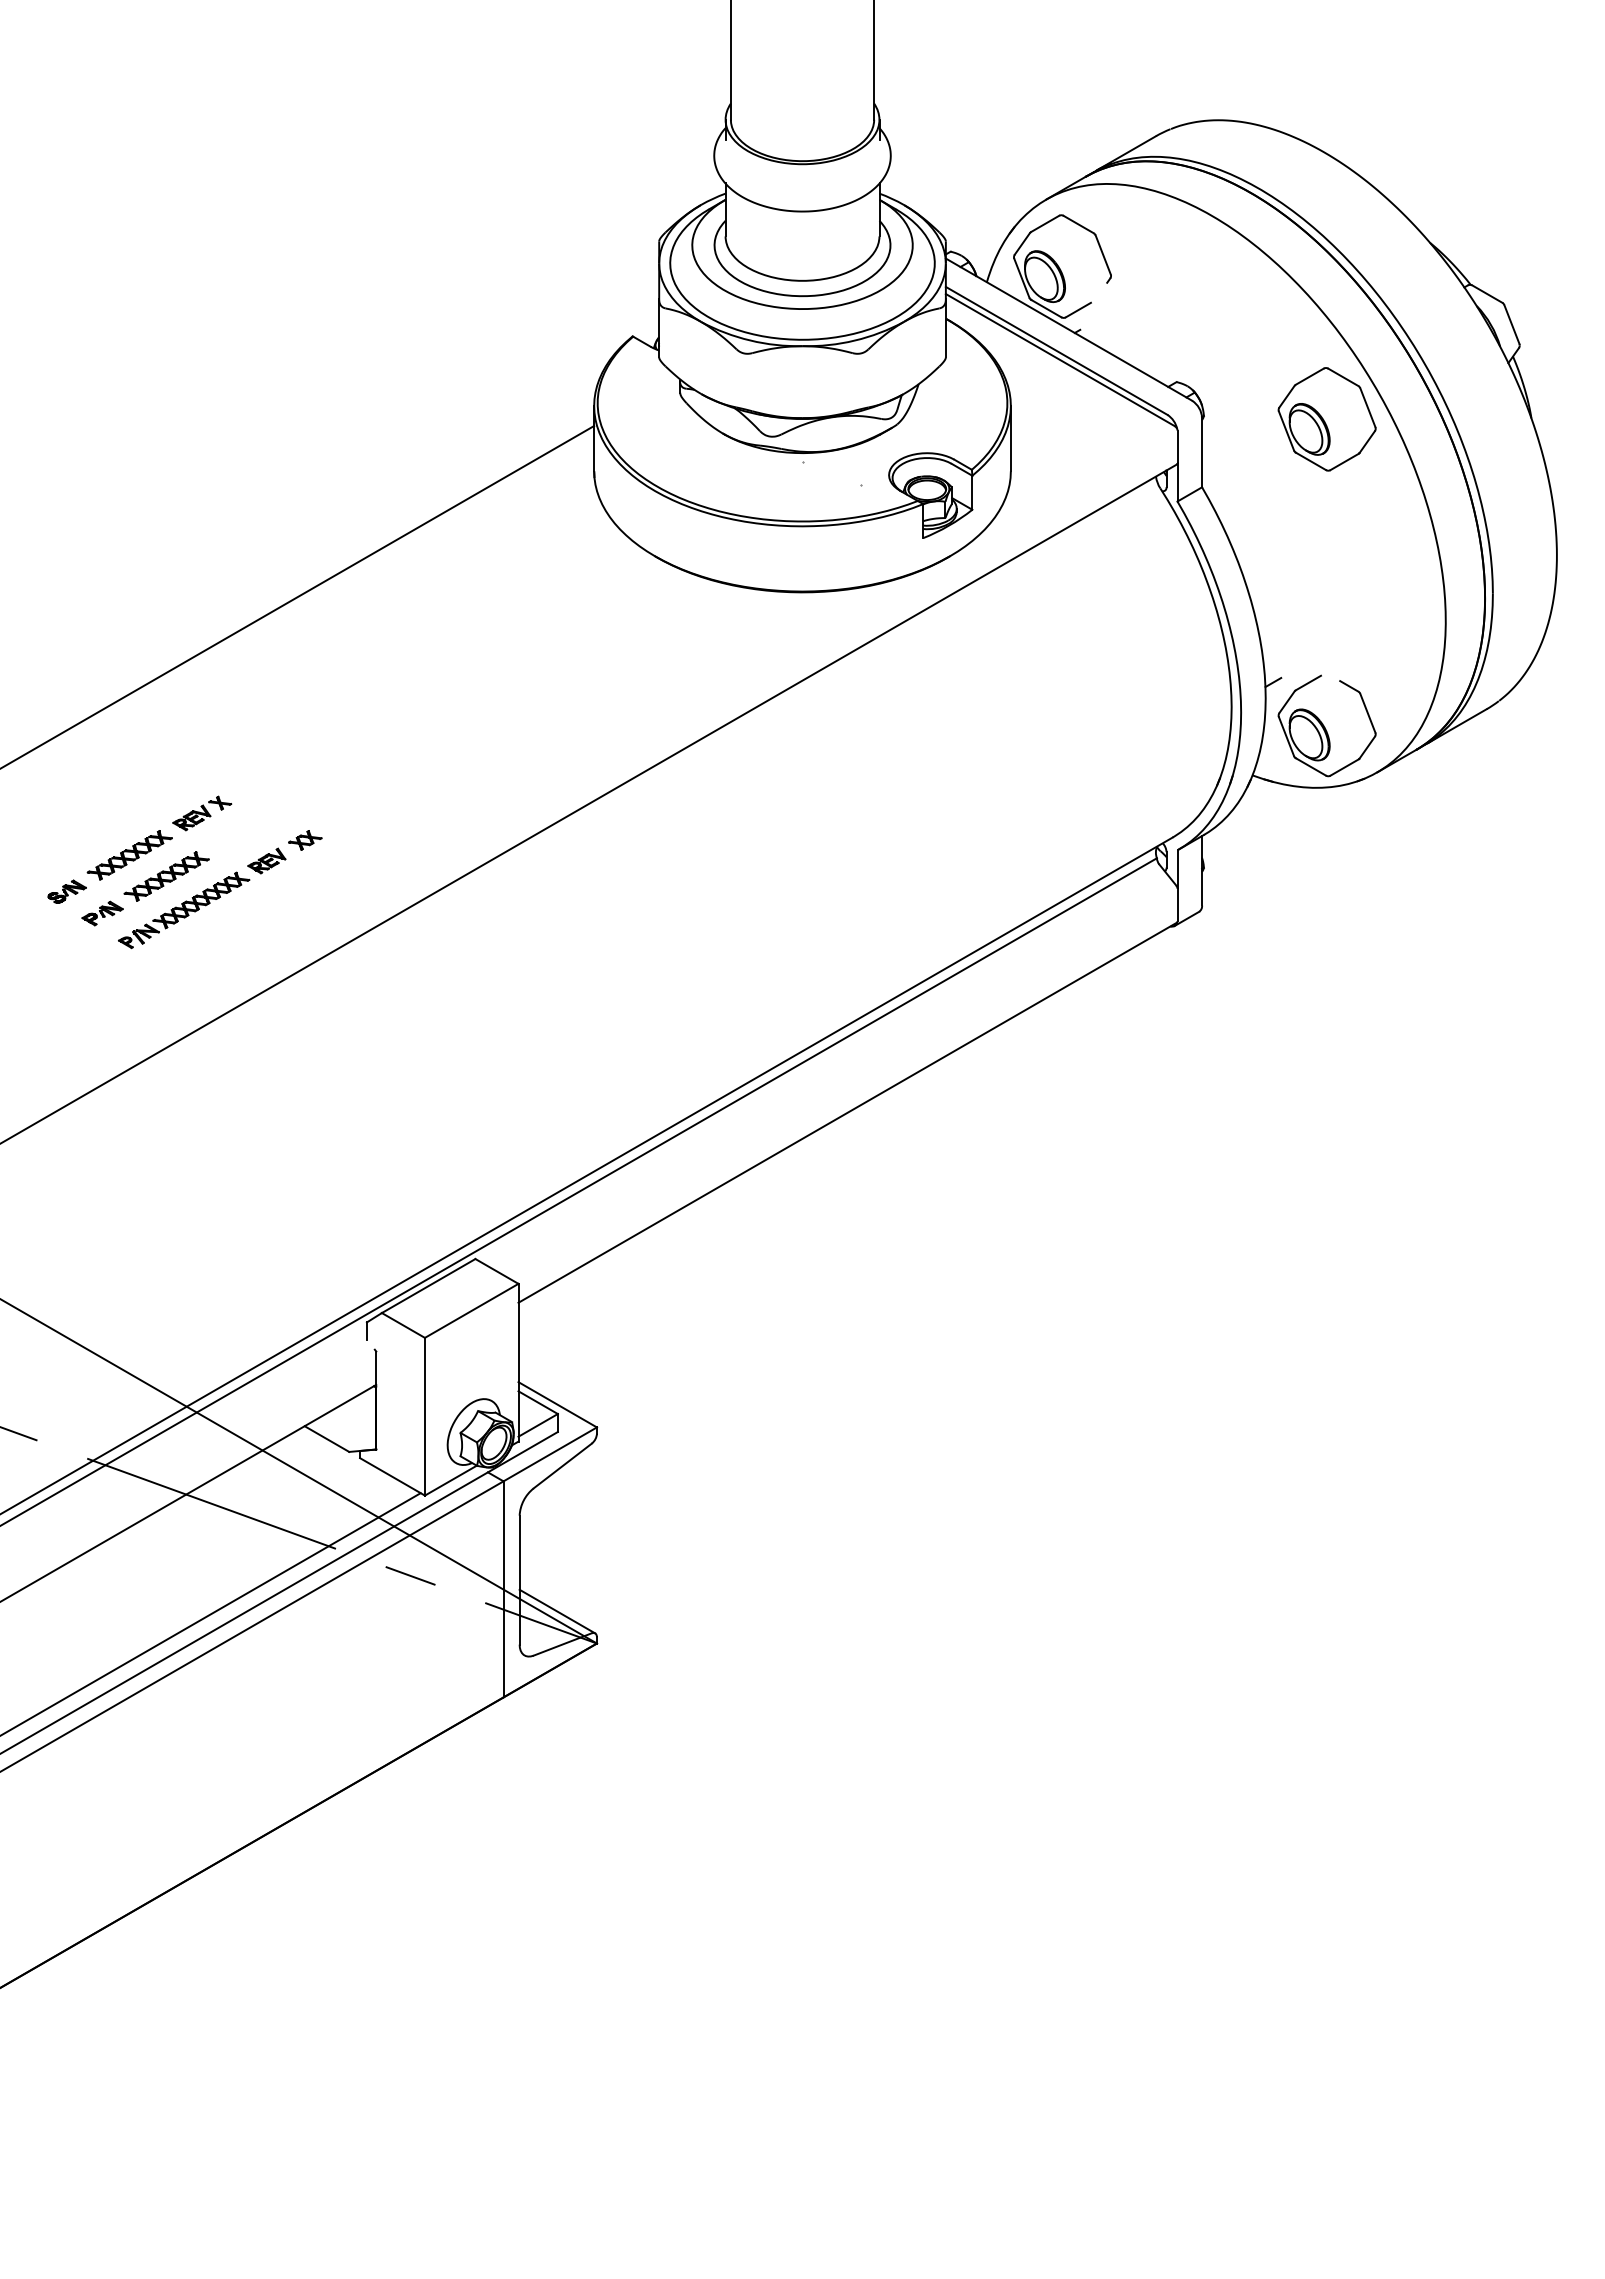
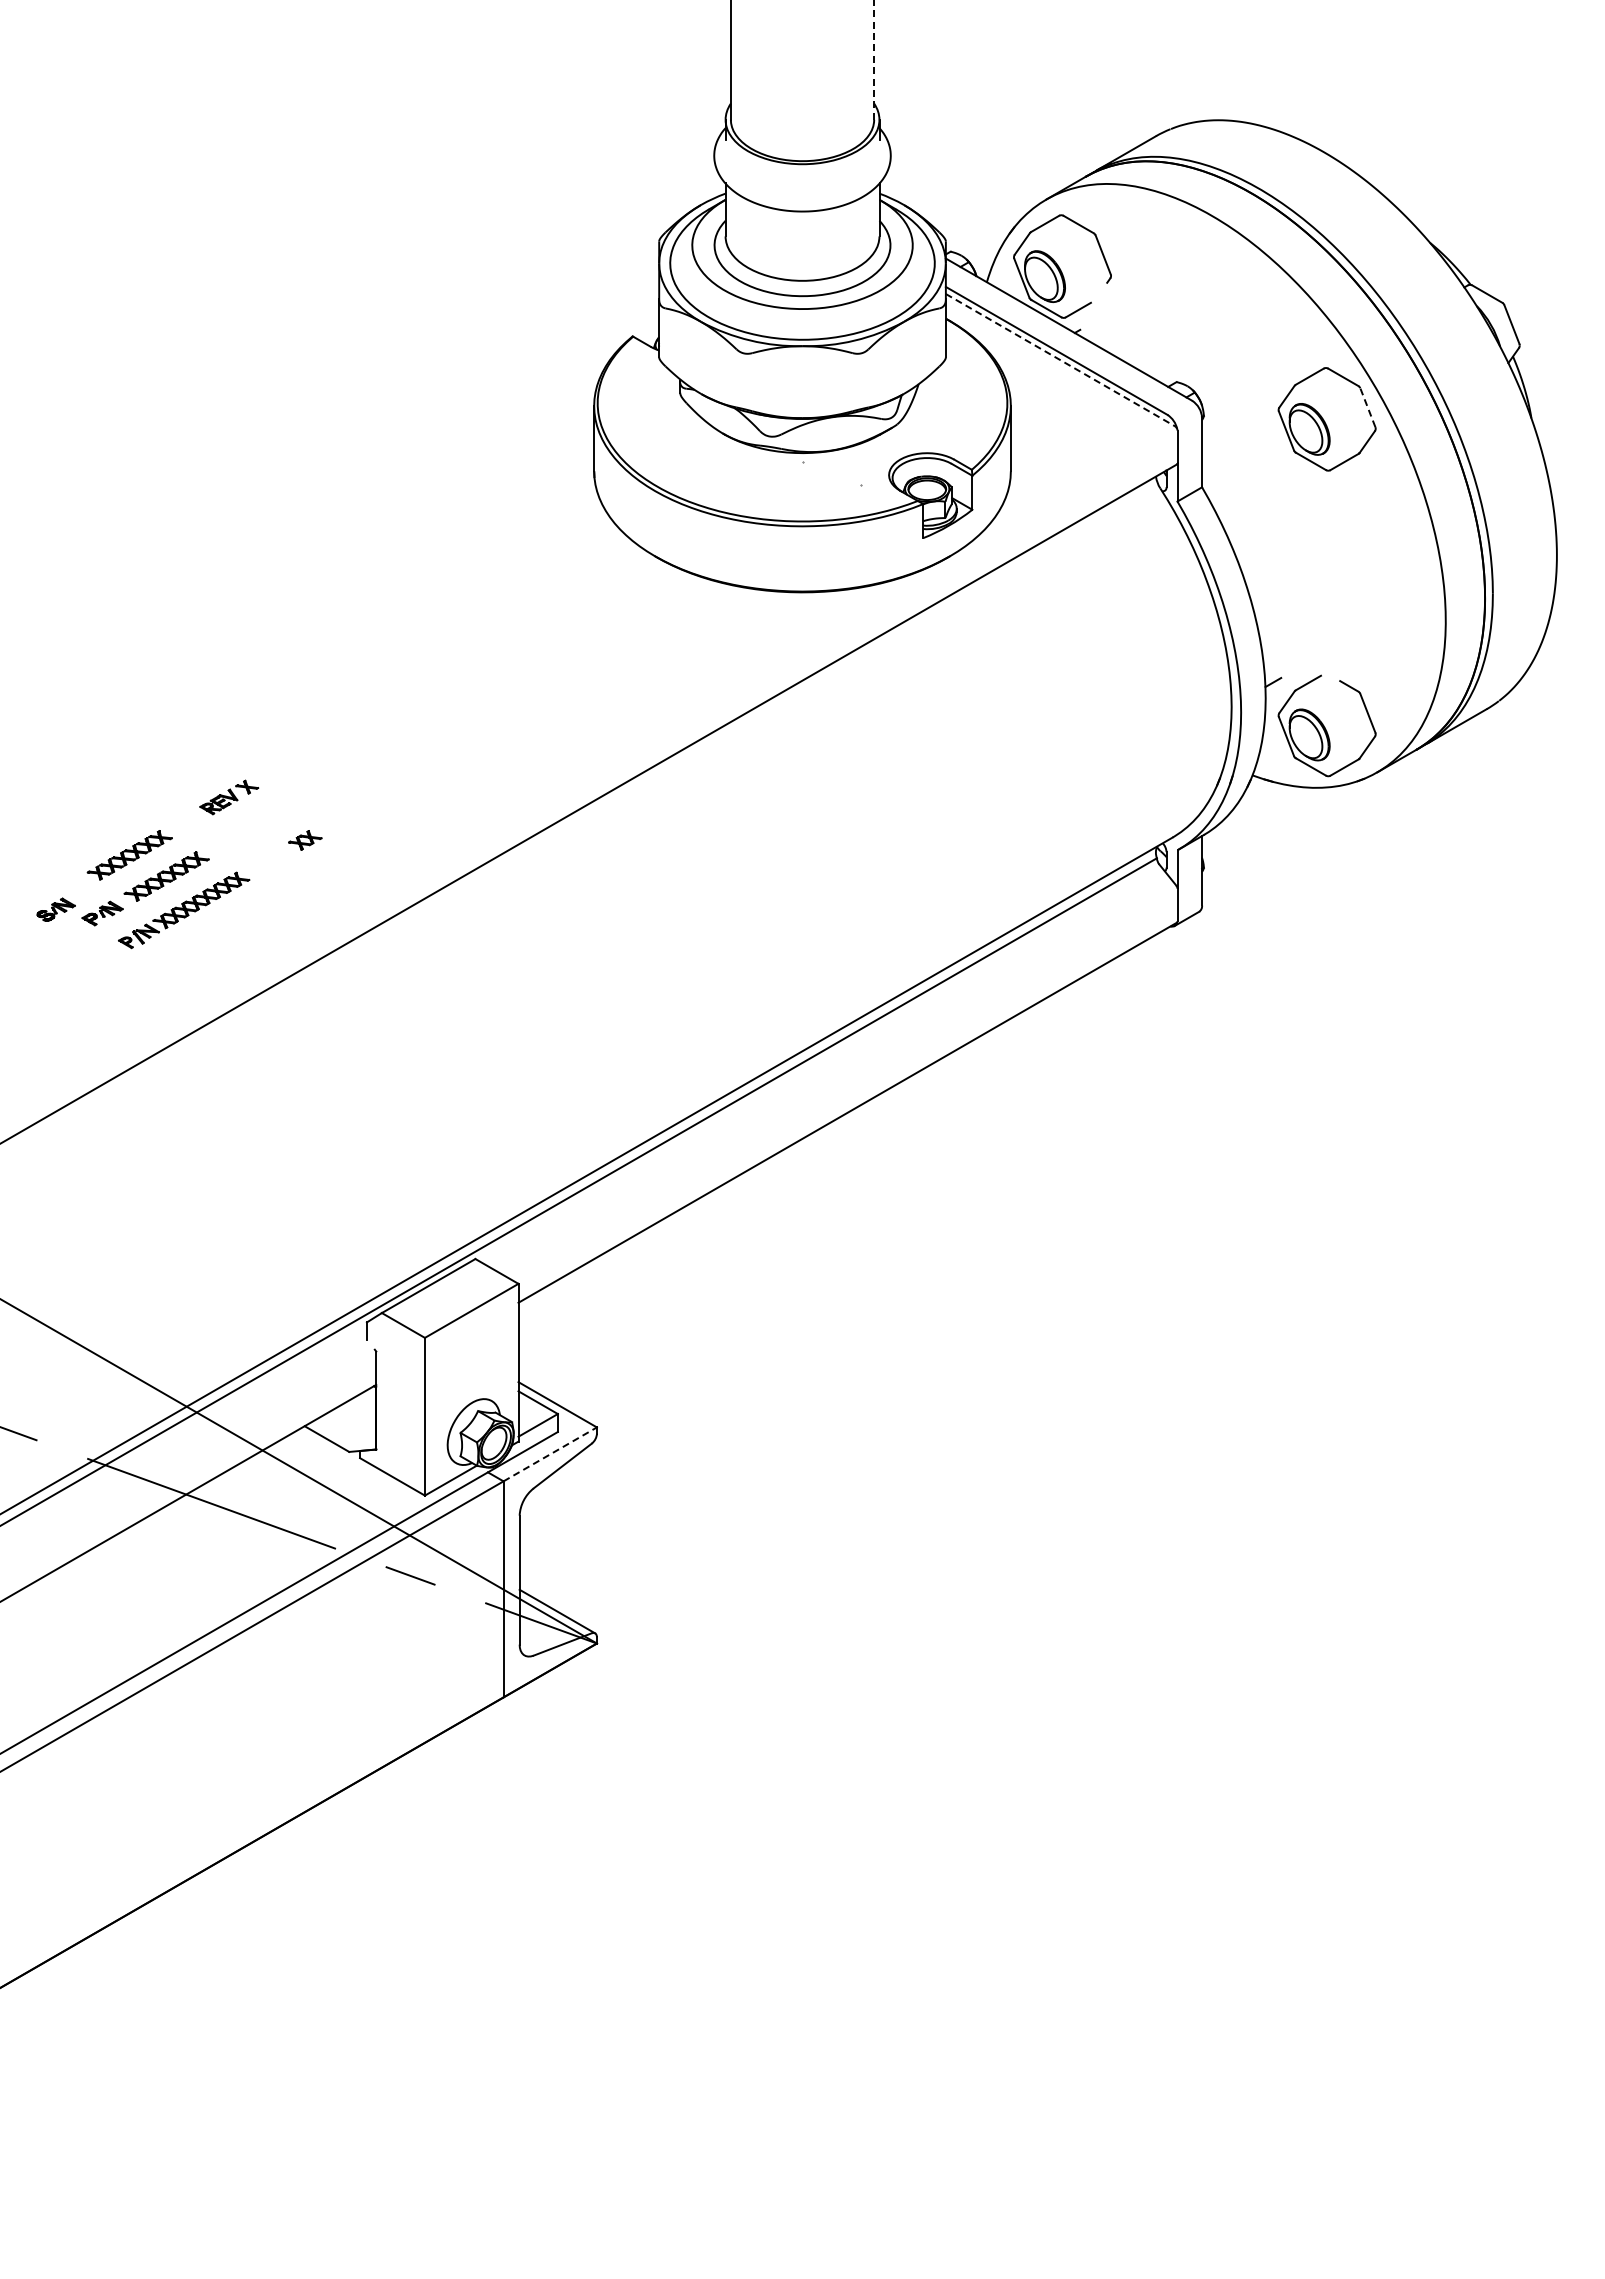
line at (874, 59): solid -> dashed
line at (1060, 360): solid -> dashed
line at (1367, 407): solid -> dashed
line at (298, 596): present -> none
part at (202, 813) position: (202, 813) -> (229, 797)
part at (266, 860): present -> none
part at (66, 891) position: (66, 891) -> (55, 909)
line at (550, 1454): solid -> dashed
line at (211, 1613): present -> none
